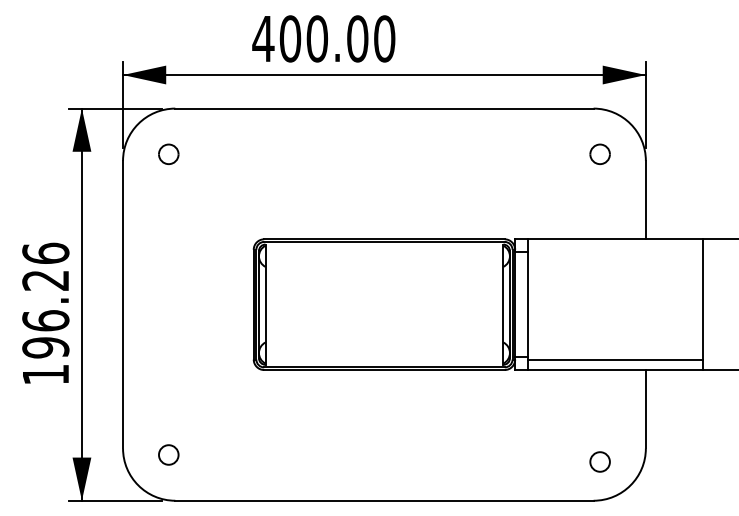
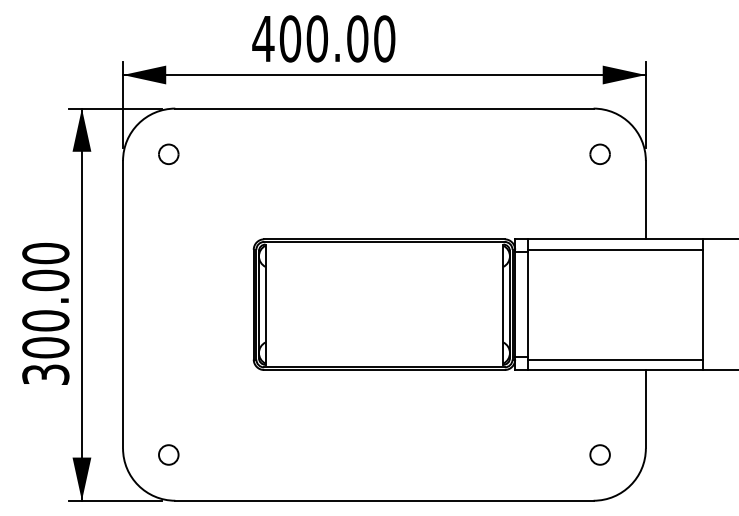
line at (615, 249): none -> present
text at (45, 313): 196.26 -> 300.00
part at (599, 461) position: (599, 461) -> (599, 454)
